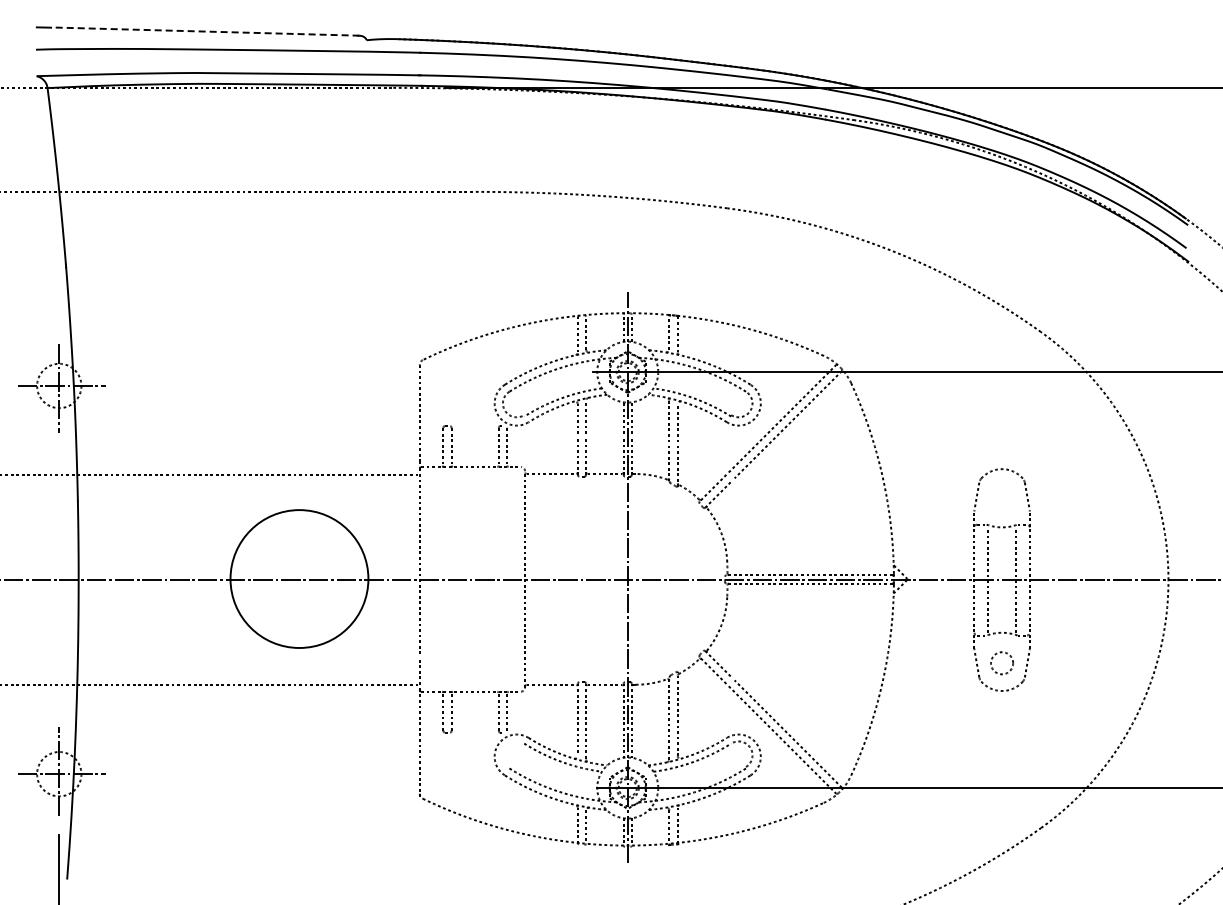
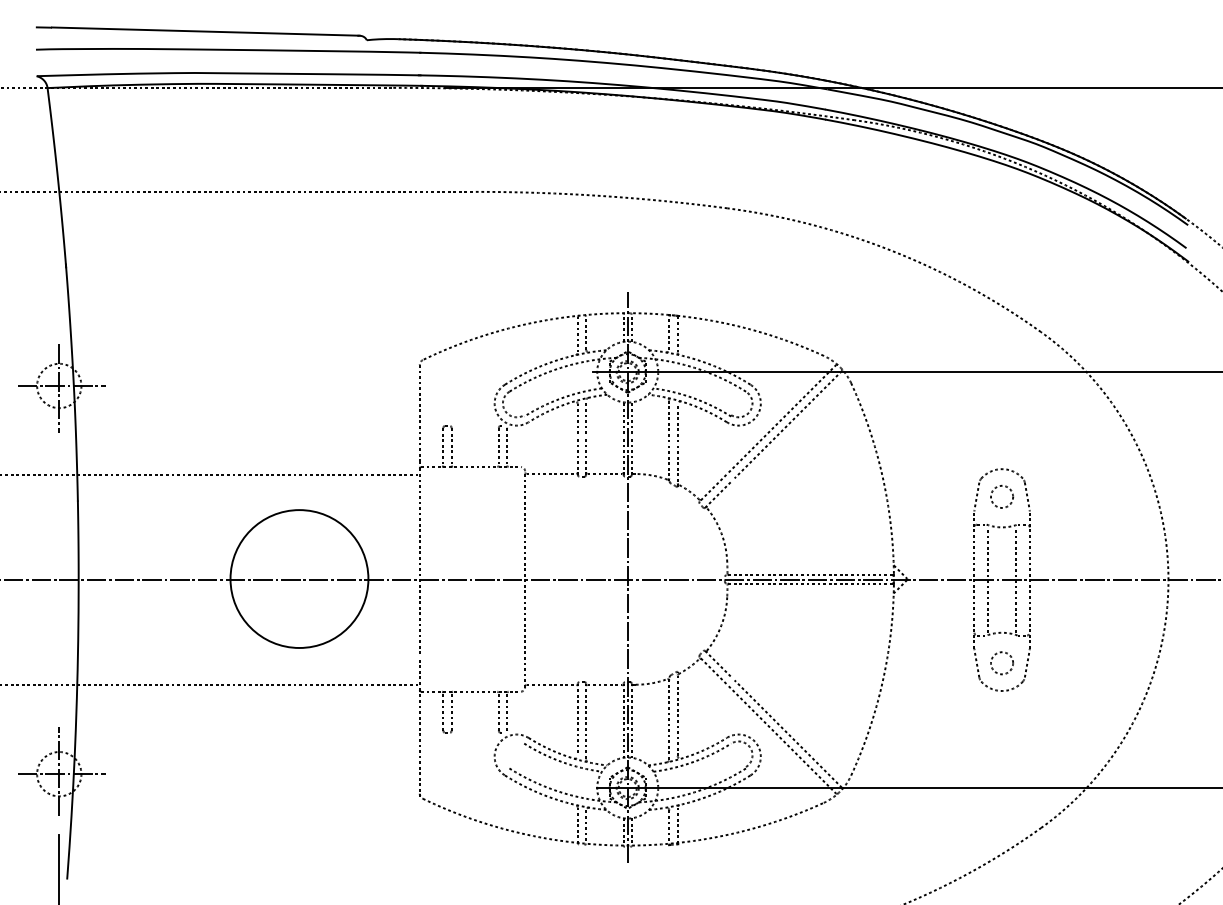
line at (205, 31): dashed -> solid
circle at (1002, 496): none -> present
